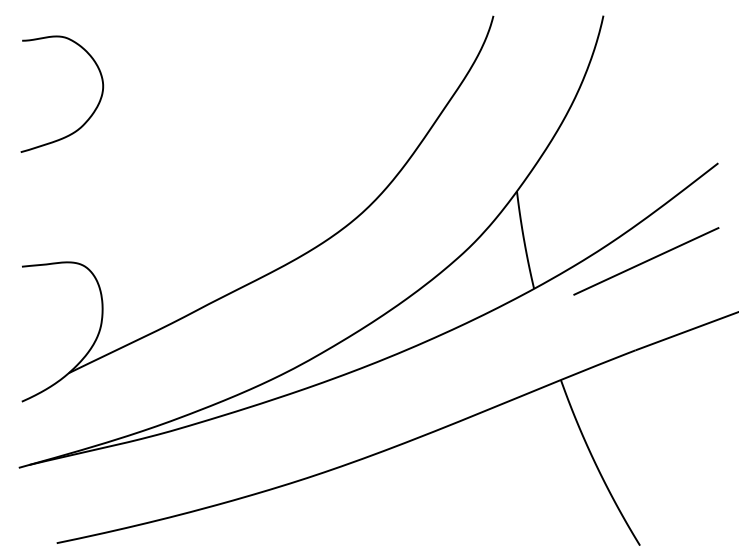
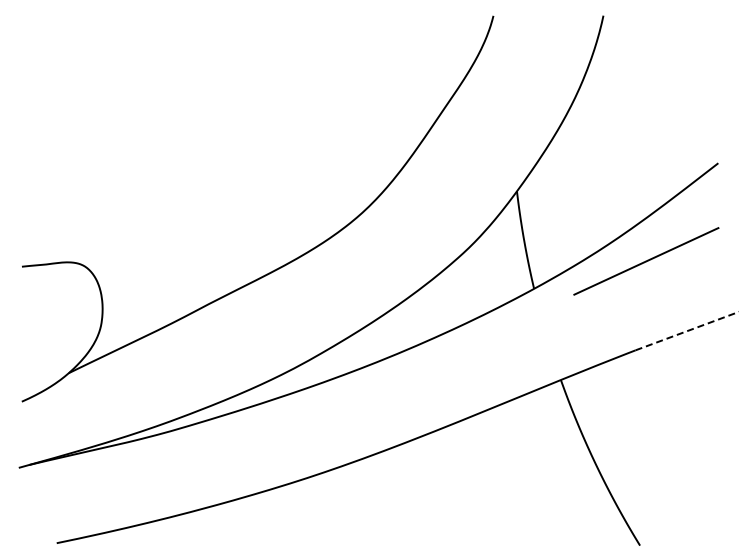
curve at (88, 117): present -> none
line at (686, 331): solid -> dashed
